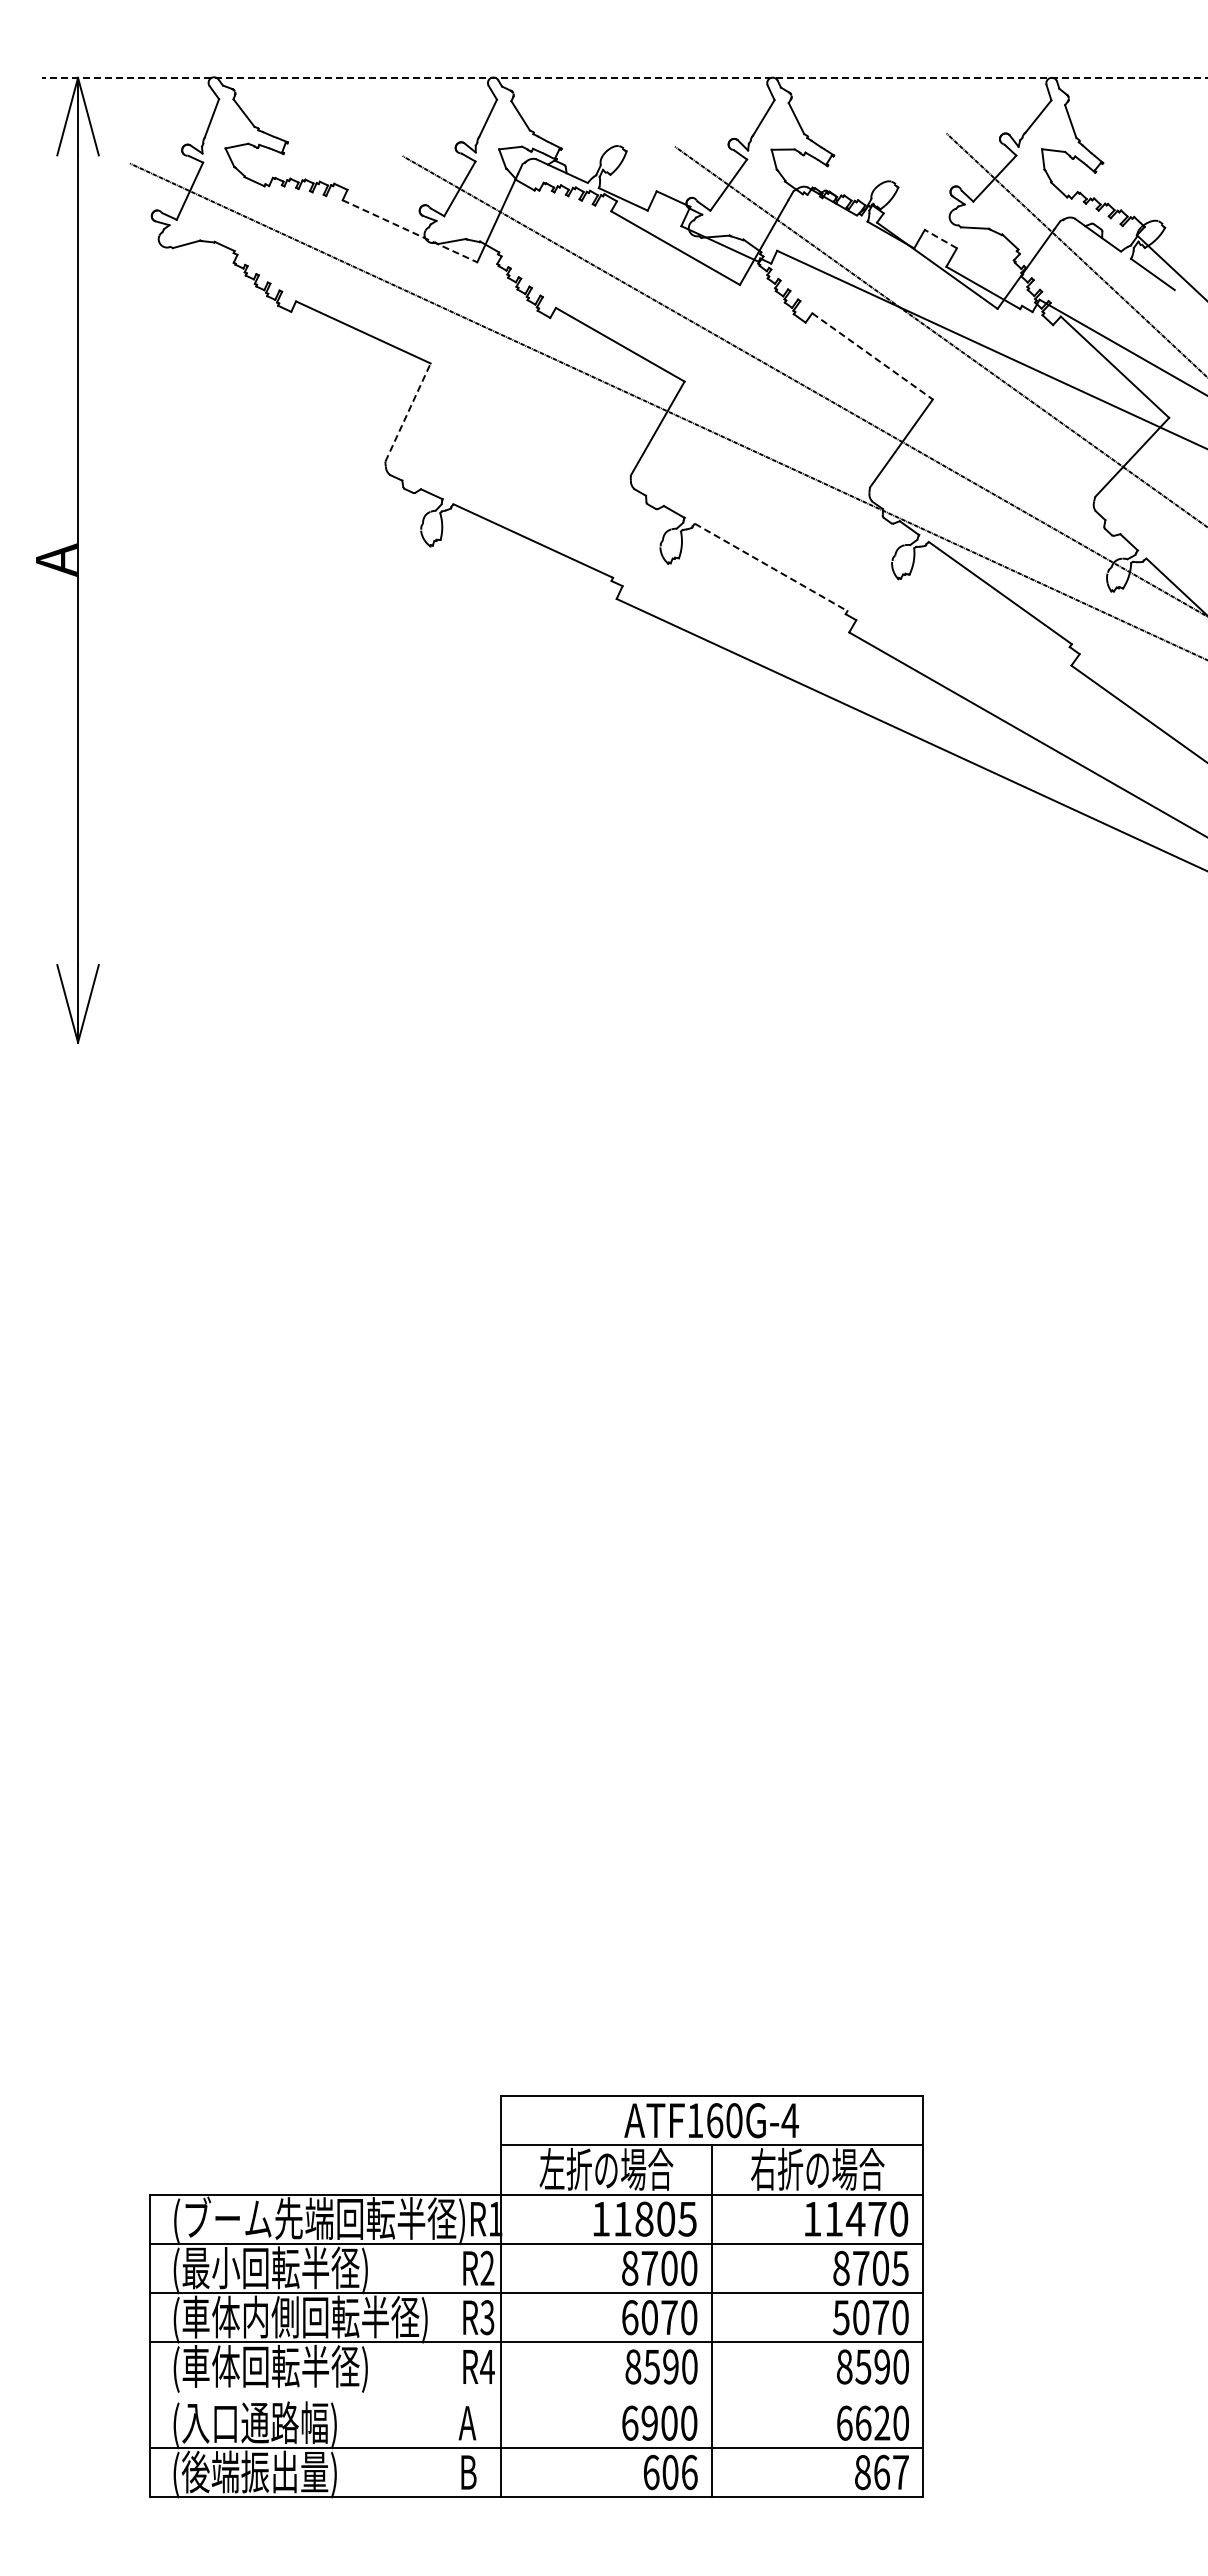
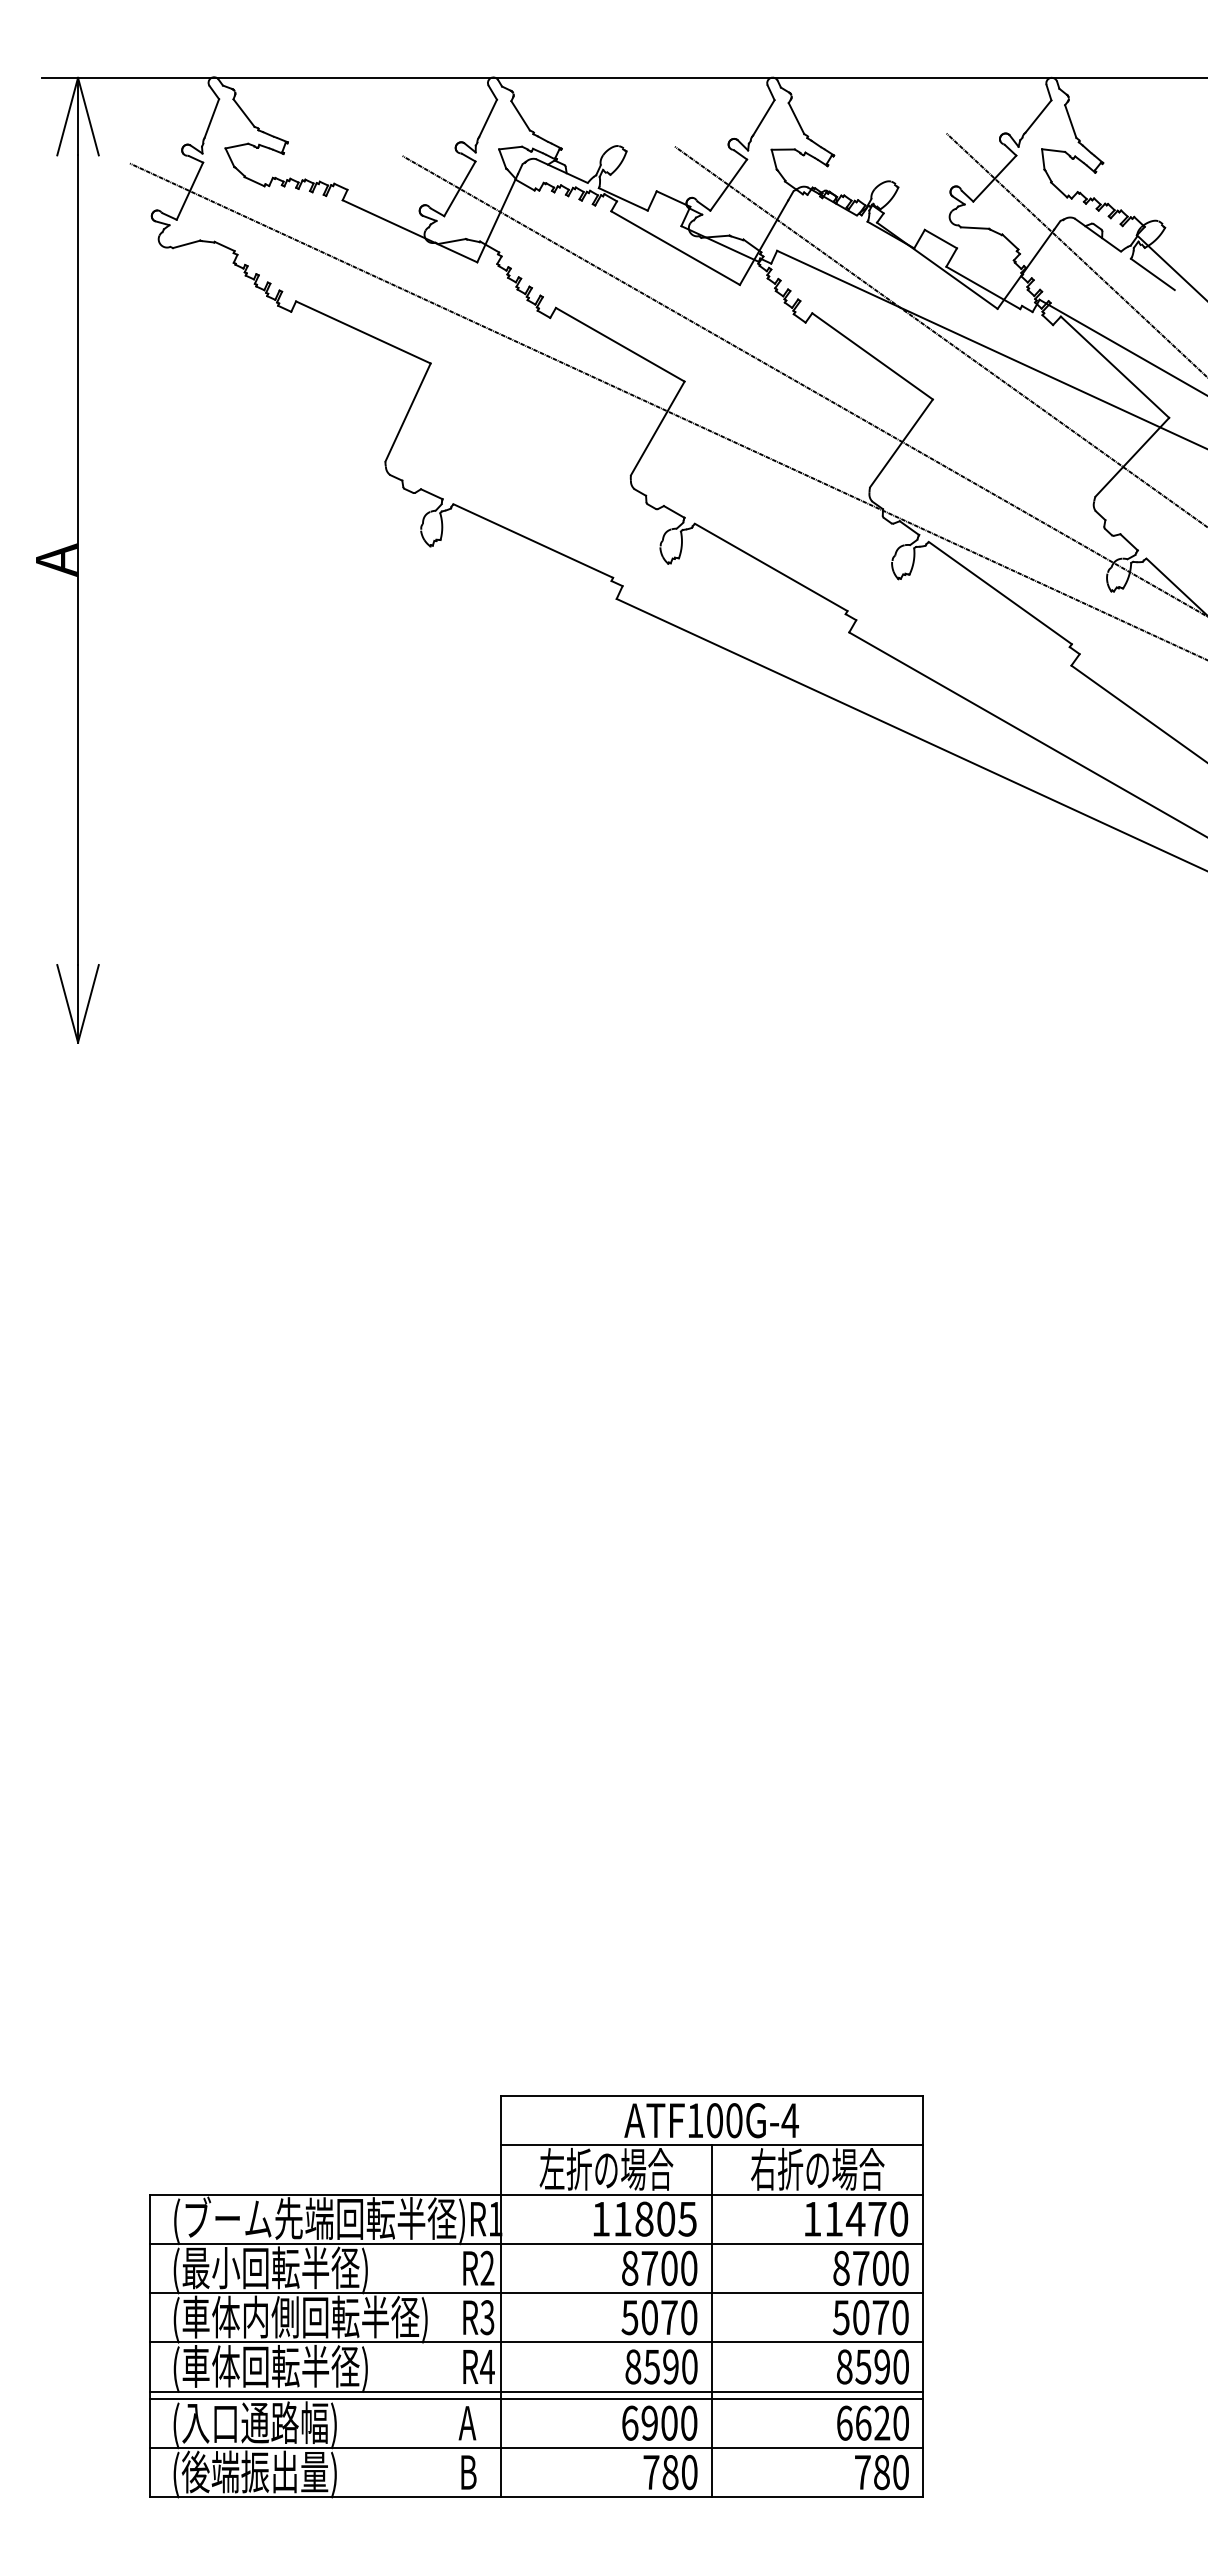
line at (624, 77): dashed -> solid
line at (410, 231): dashed -> solid
line at (940, 239): dashed -> solid
line at (872, 356): dashed -> solid
line at (408, 412): dashed -> solid
line at (771, 567): dashed -> solid
text at (715, 2120): ATF160G-4 -> ATF100G-4
text at (900, 2267): 8705 -> 8700
text at (629, 2317): 6070 -> 5070
line at (536, 2391): none -> present
line at (536, 2398): none -> present
text at (670, 2472): 606 -> 780
text at (881, 2472): 867 -> 780
